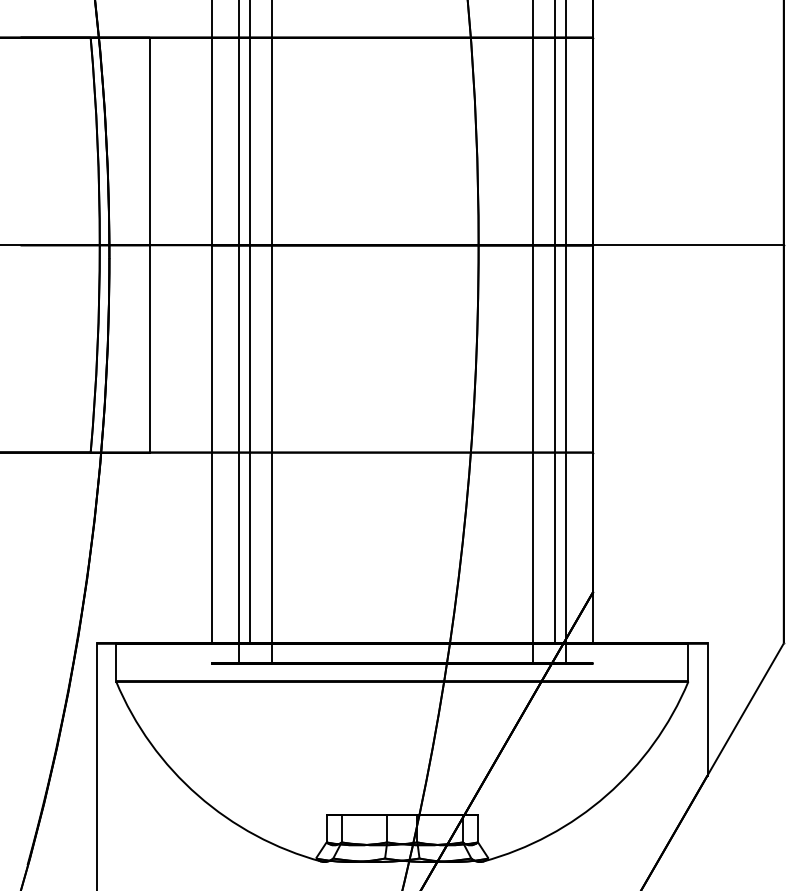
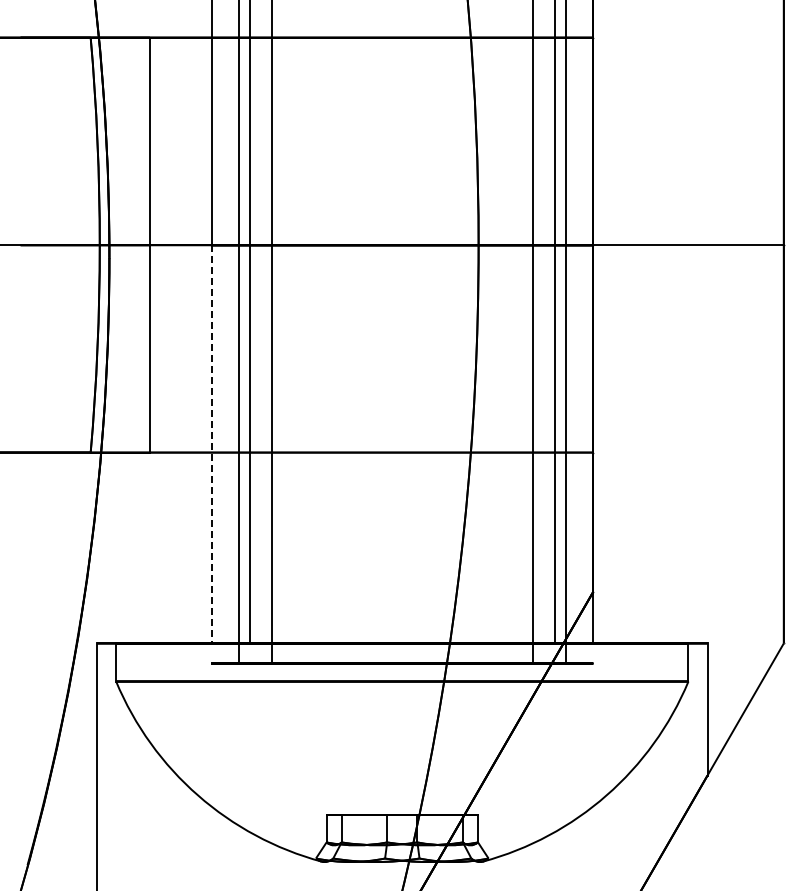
line at (211, 444): solid -> dashed
